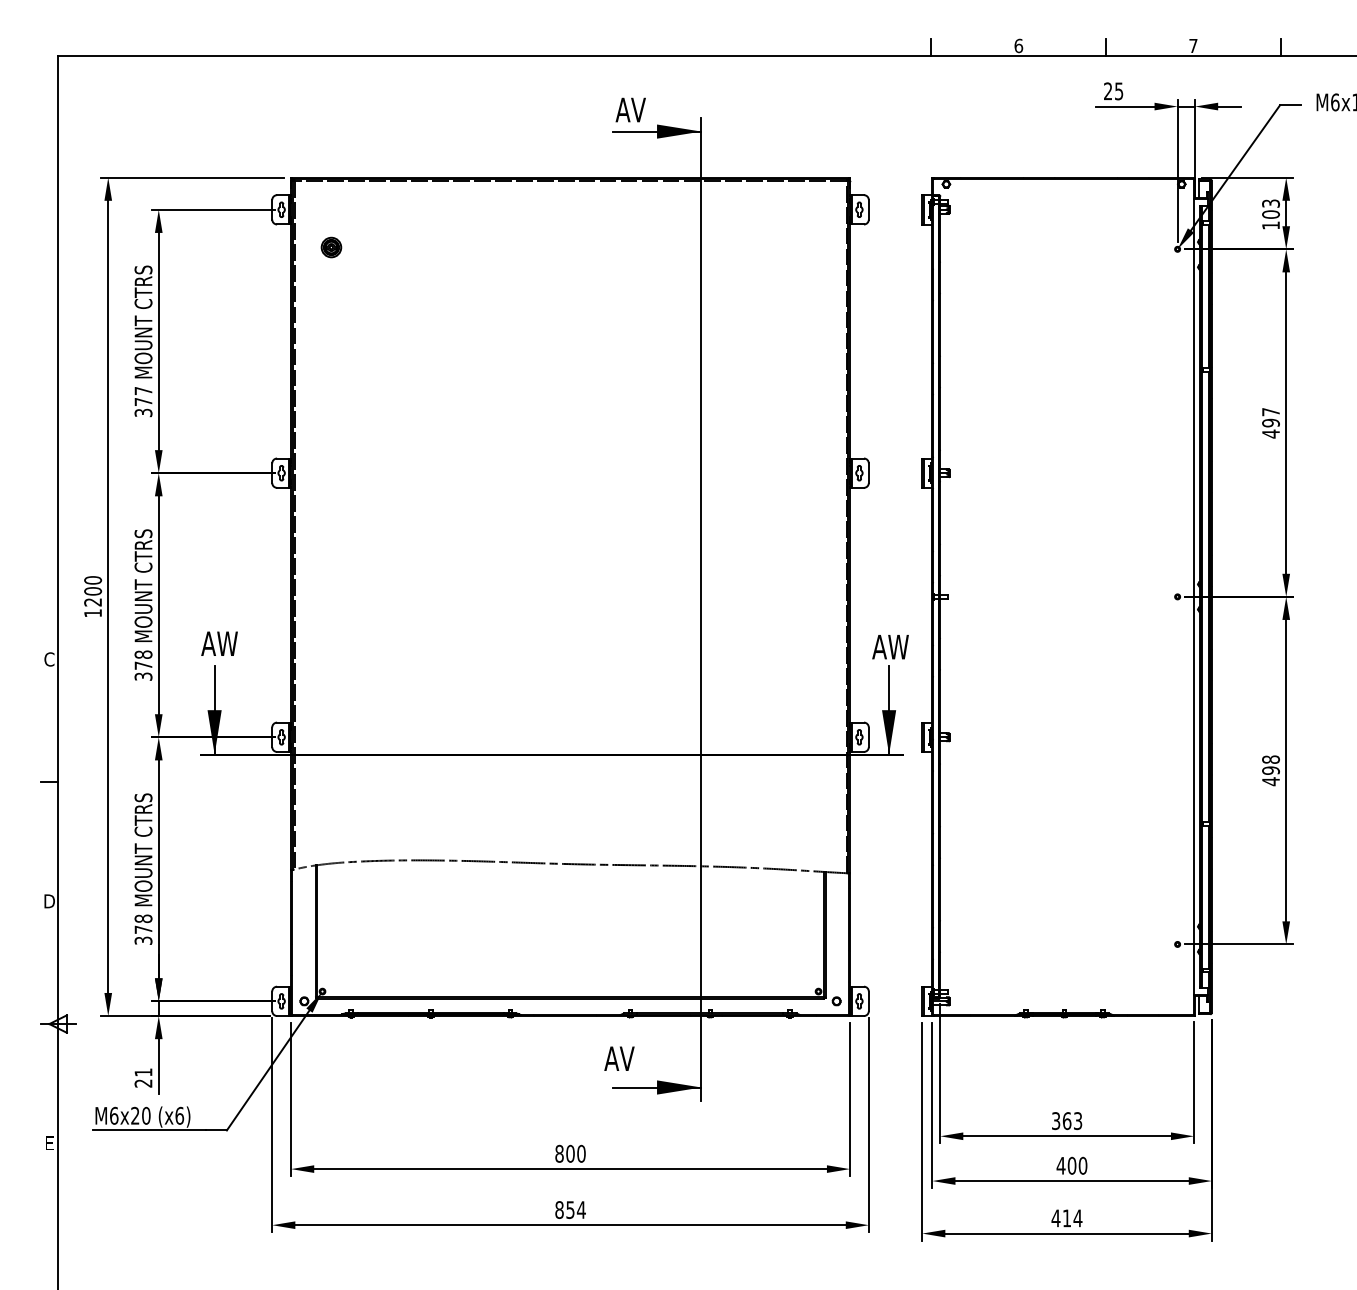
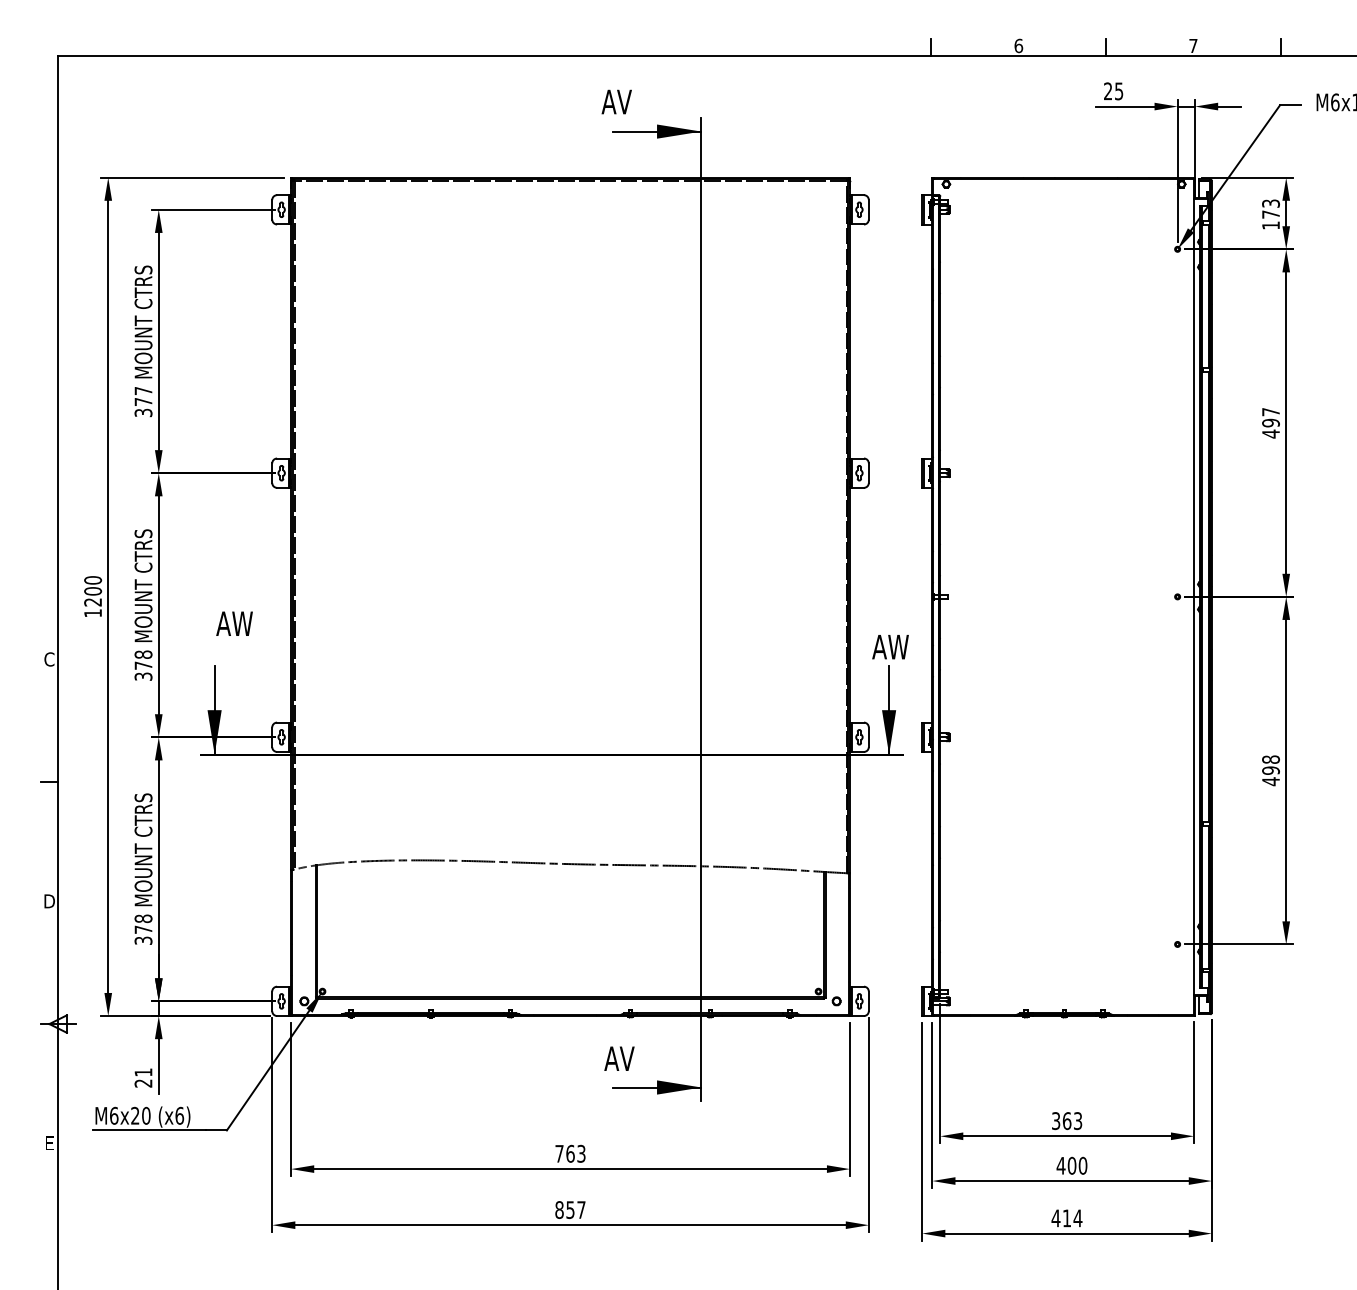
text at (630, 109) position: (630, 109) -> (616, 101)
text at (1270, 214): 103 -> 173
part at (331, 247): present -> none
text at (219, 643) position: (219, 643) -> (234, 623)
text at (570, 1153): 800 -> 763
text at (580, 1209): 854 -> 857
